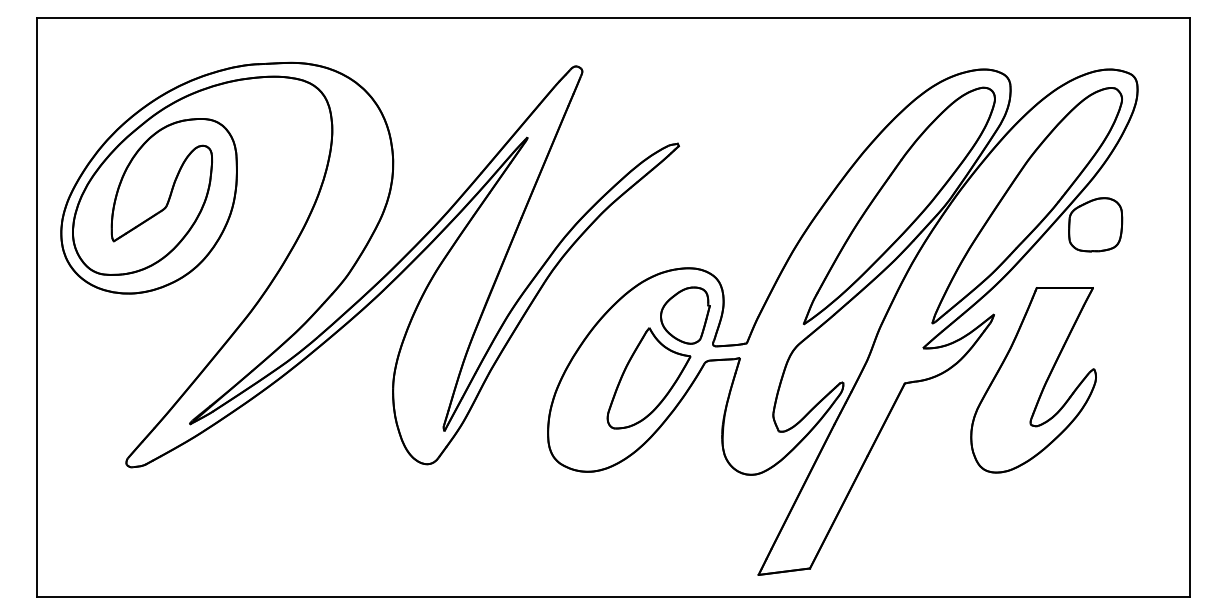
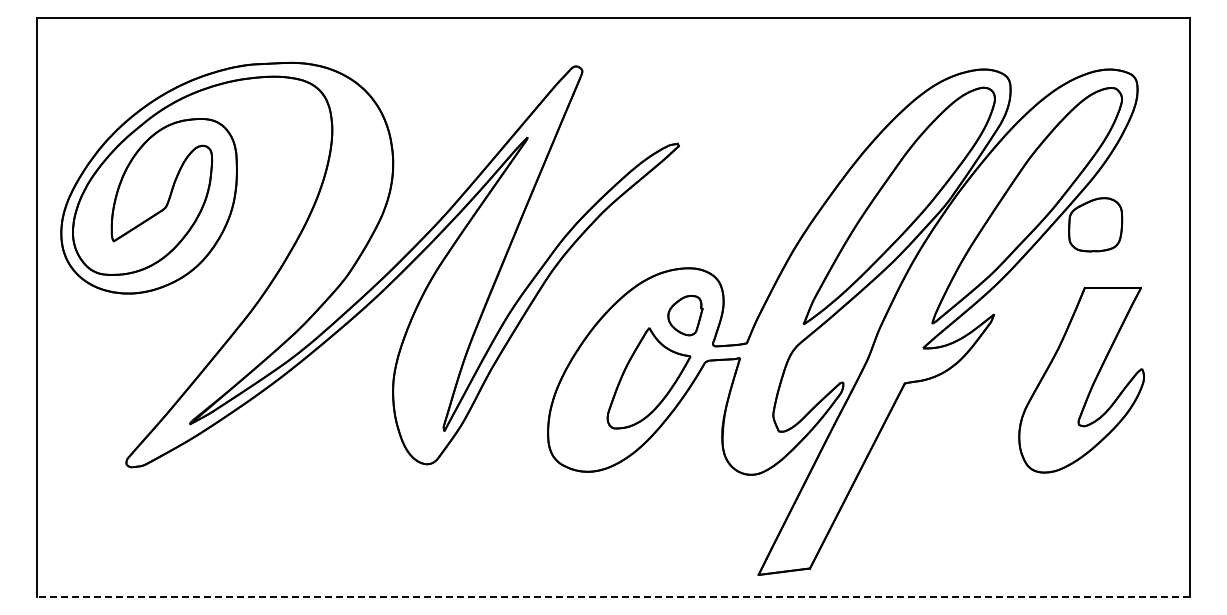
part at (685, 315) size: 51x59 px -> 37x42 px
part at (1033, 380) position: (1033, 380) -> (1081, 380)
line at (613, 596): solid -> dashed
